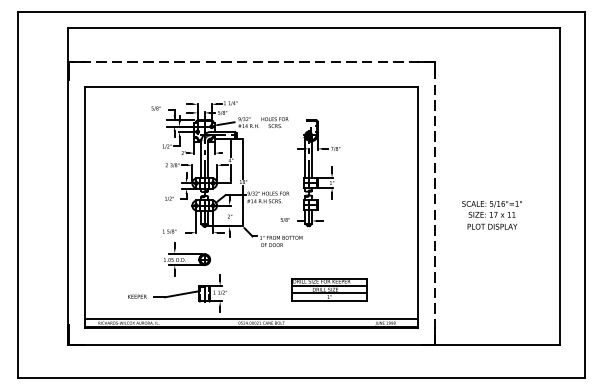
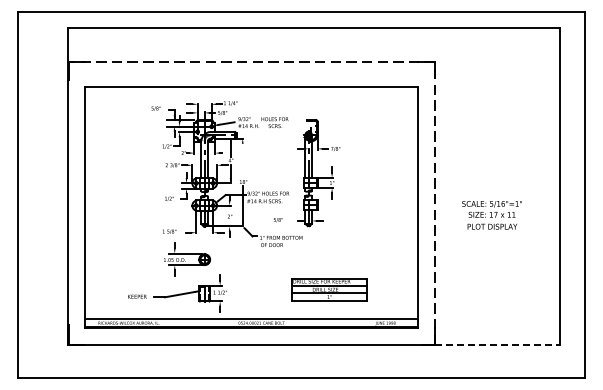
line at (242, 159): present -> none
text at (284, 220) position: (284, 220) -> (277, 220)
line at (497, 345): solid -> dashed
